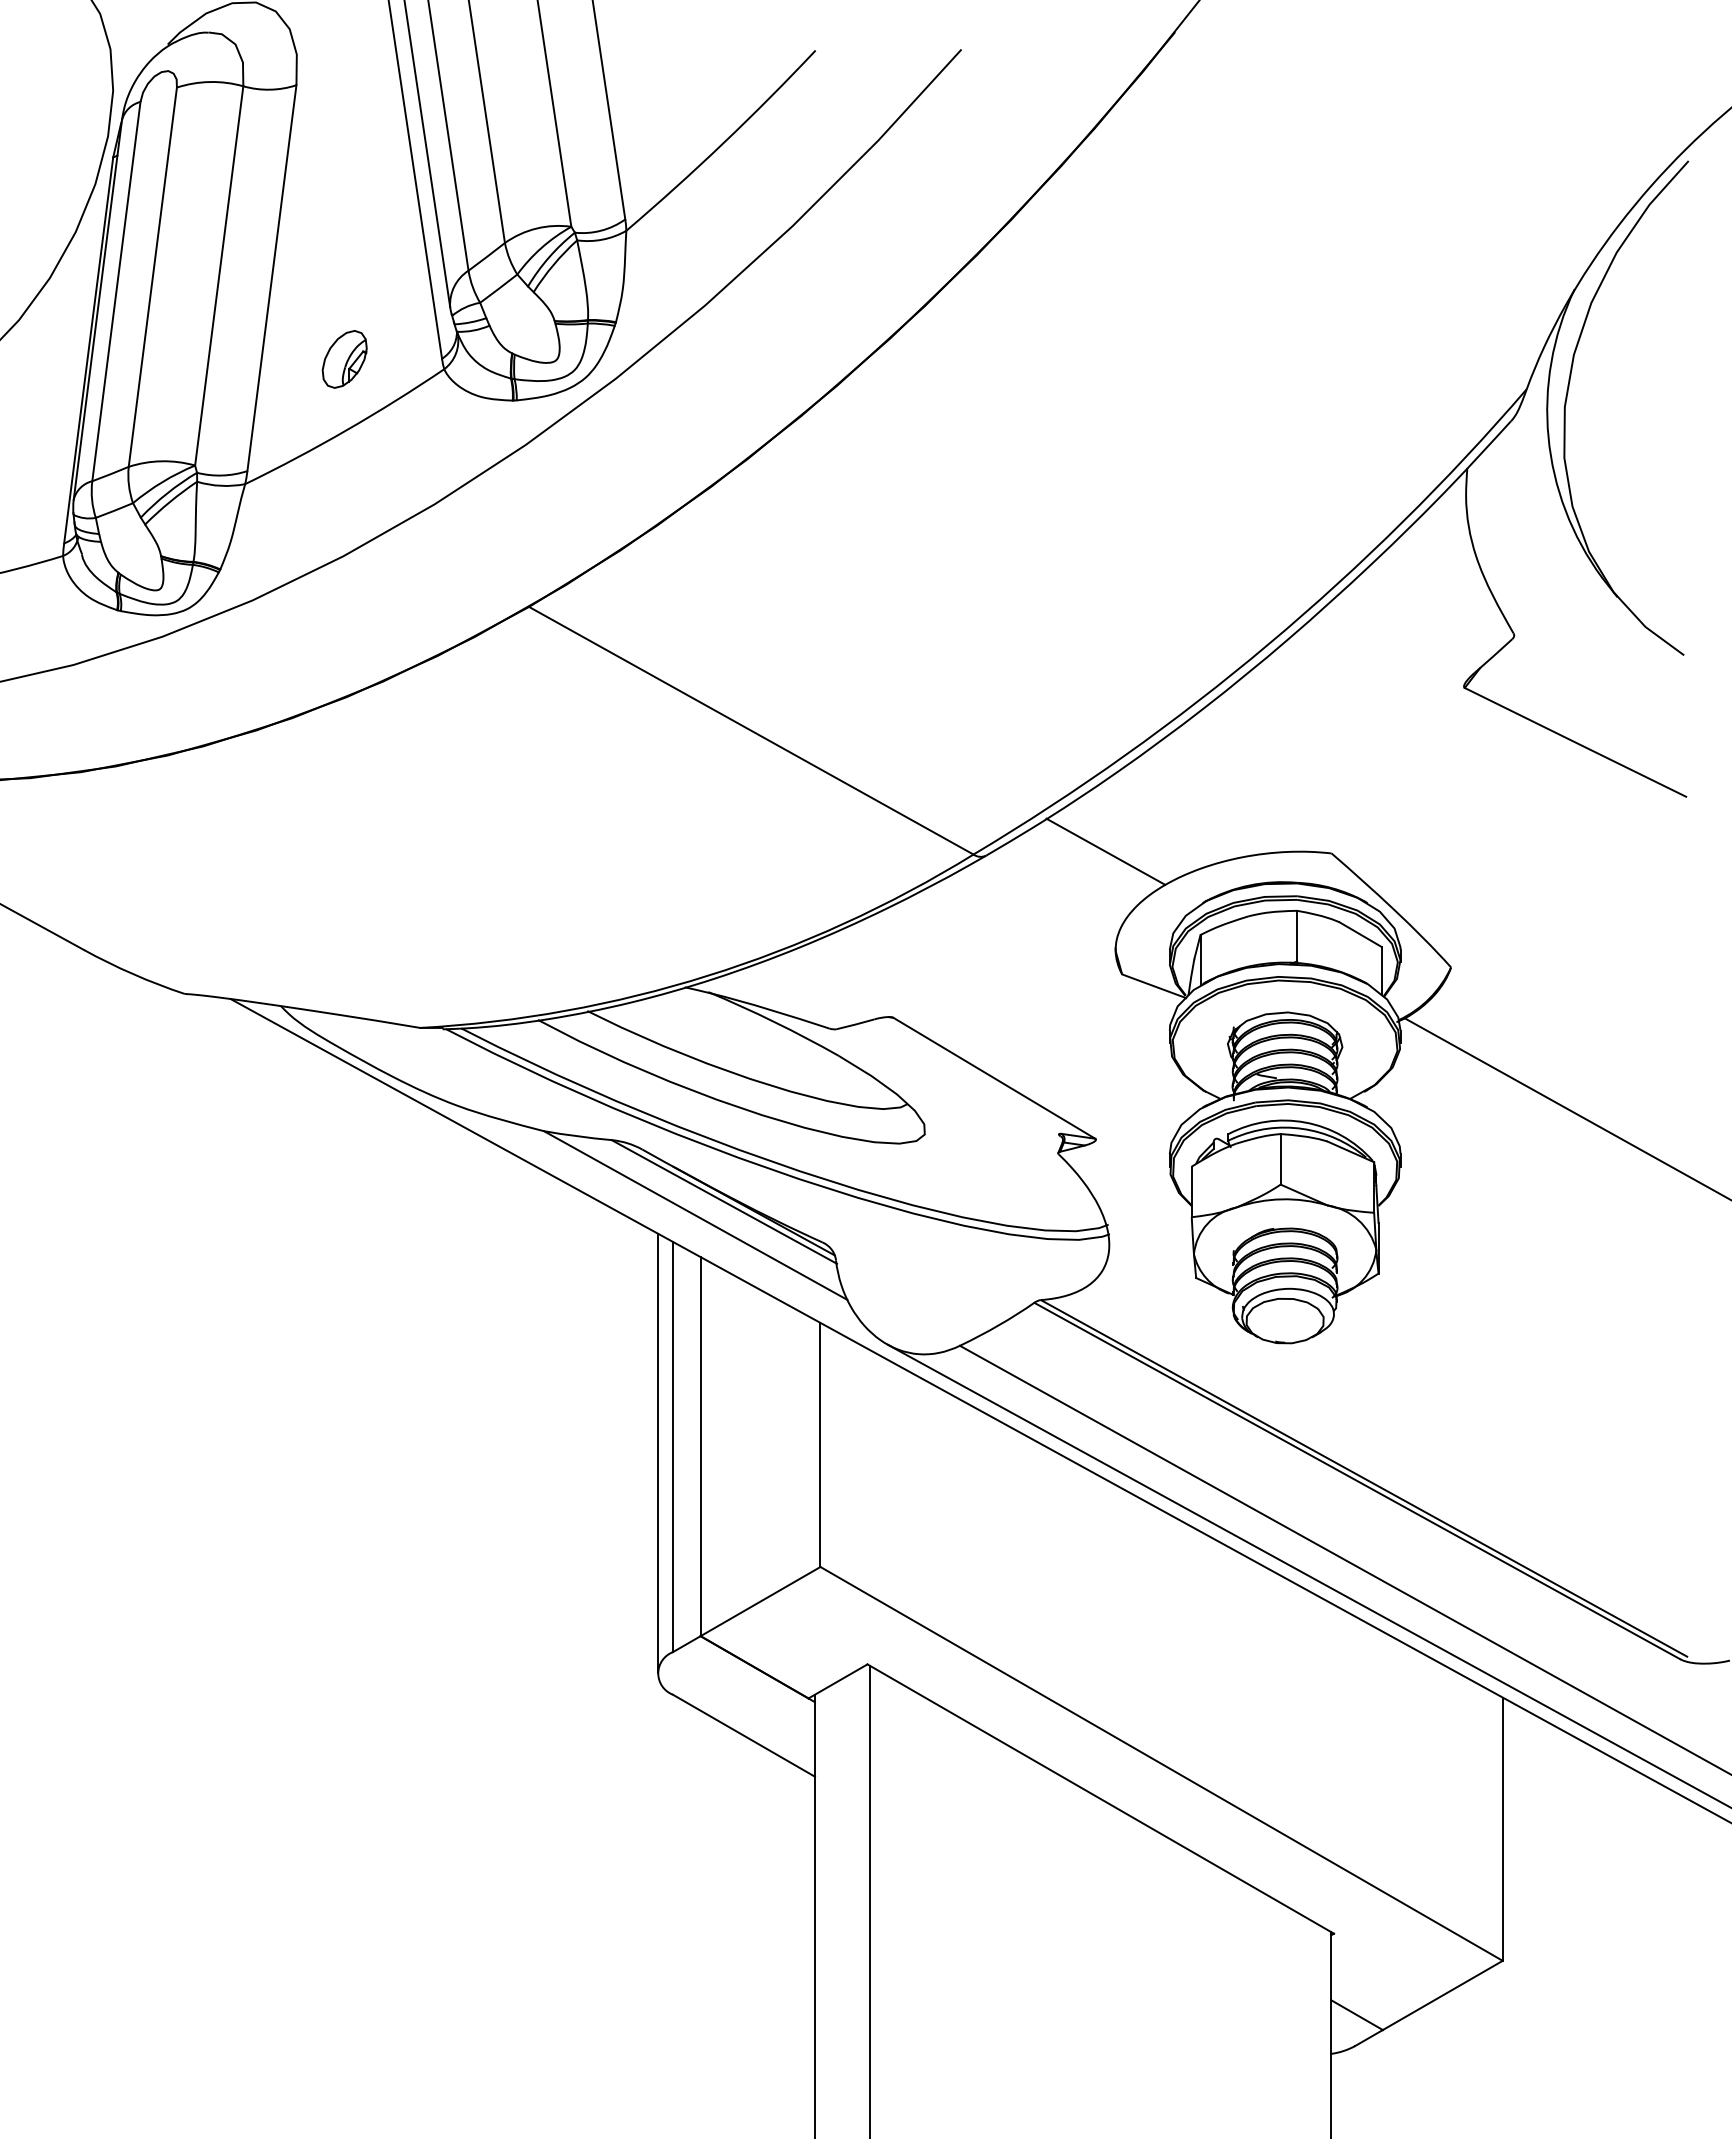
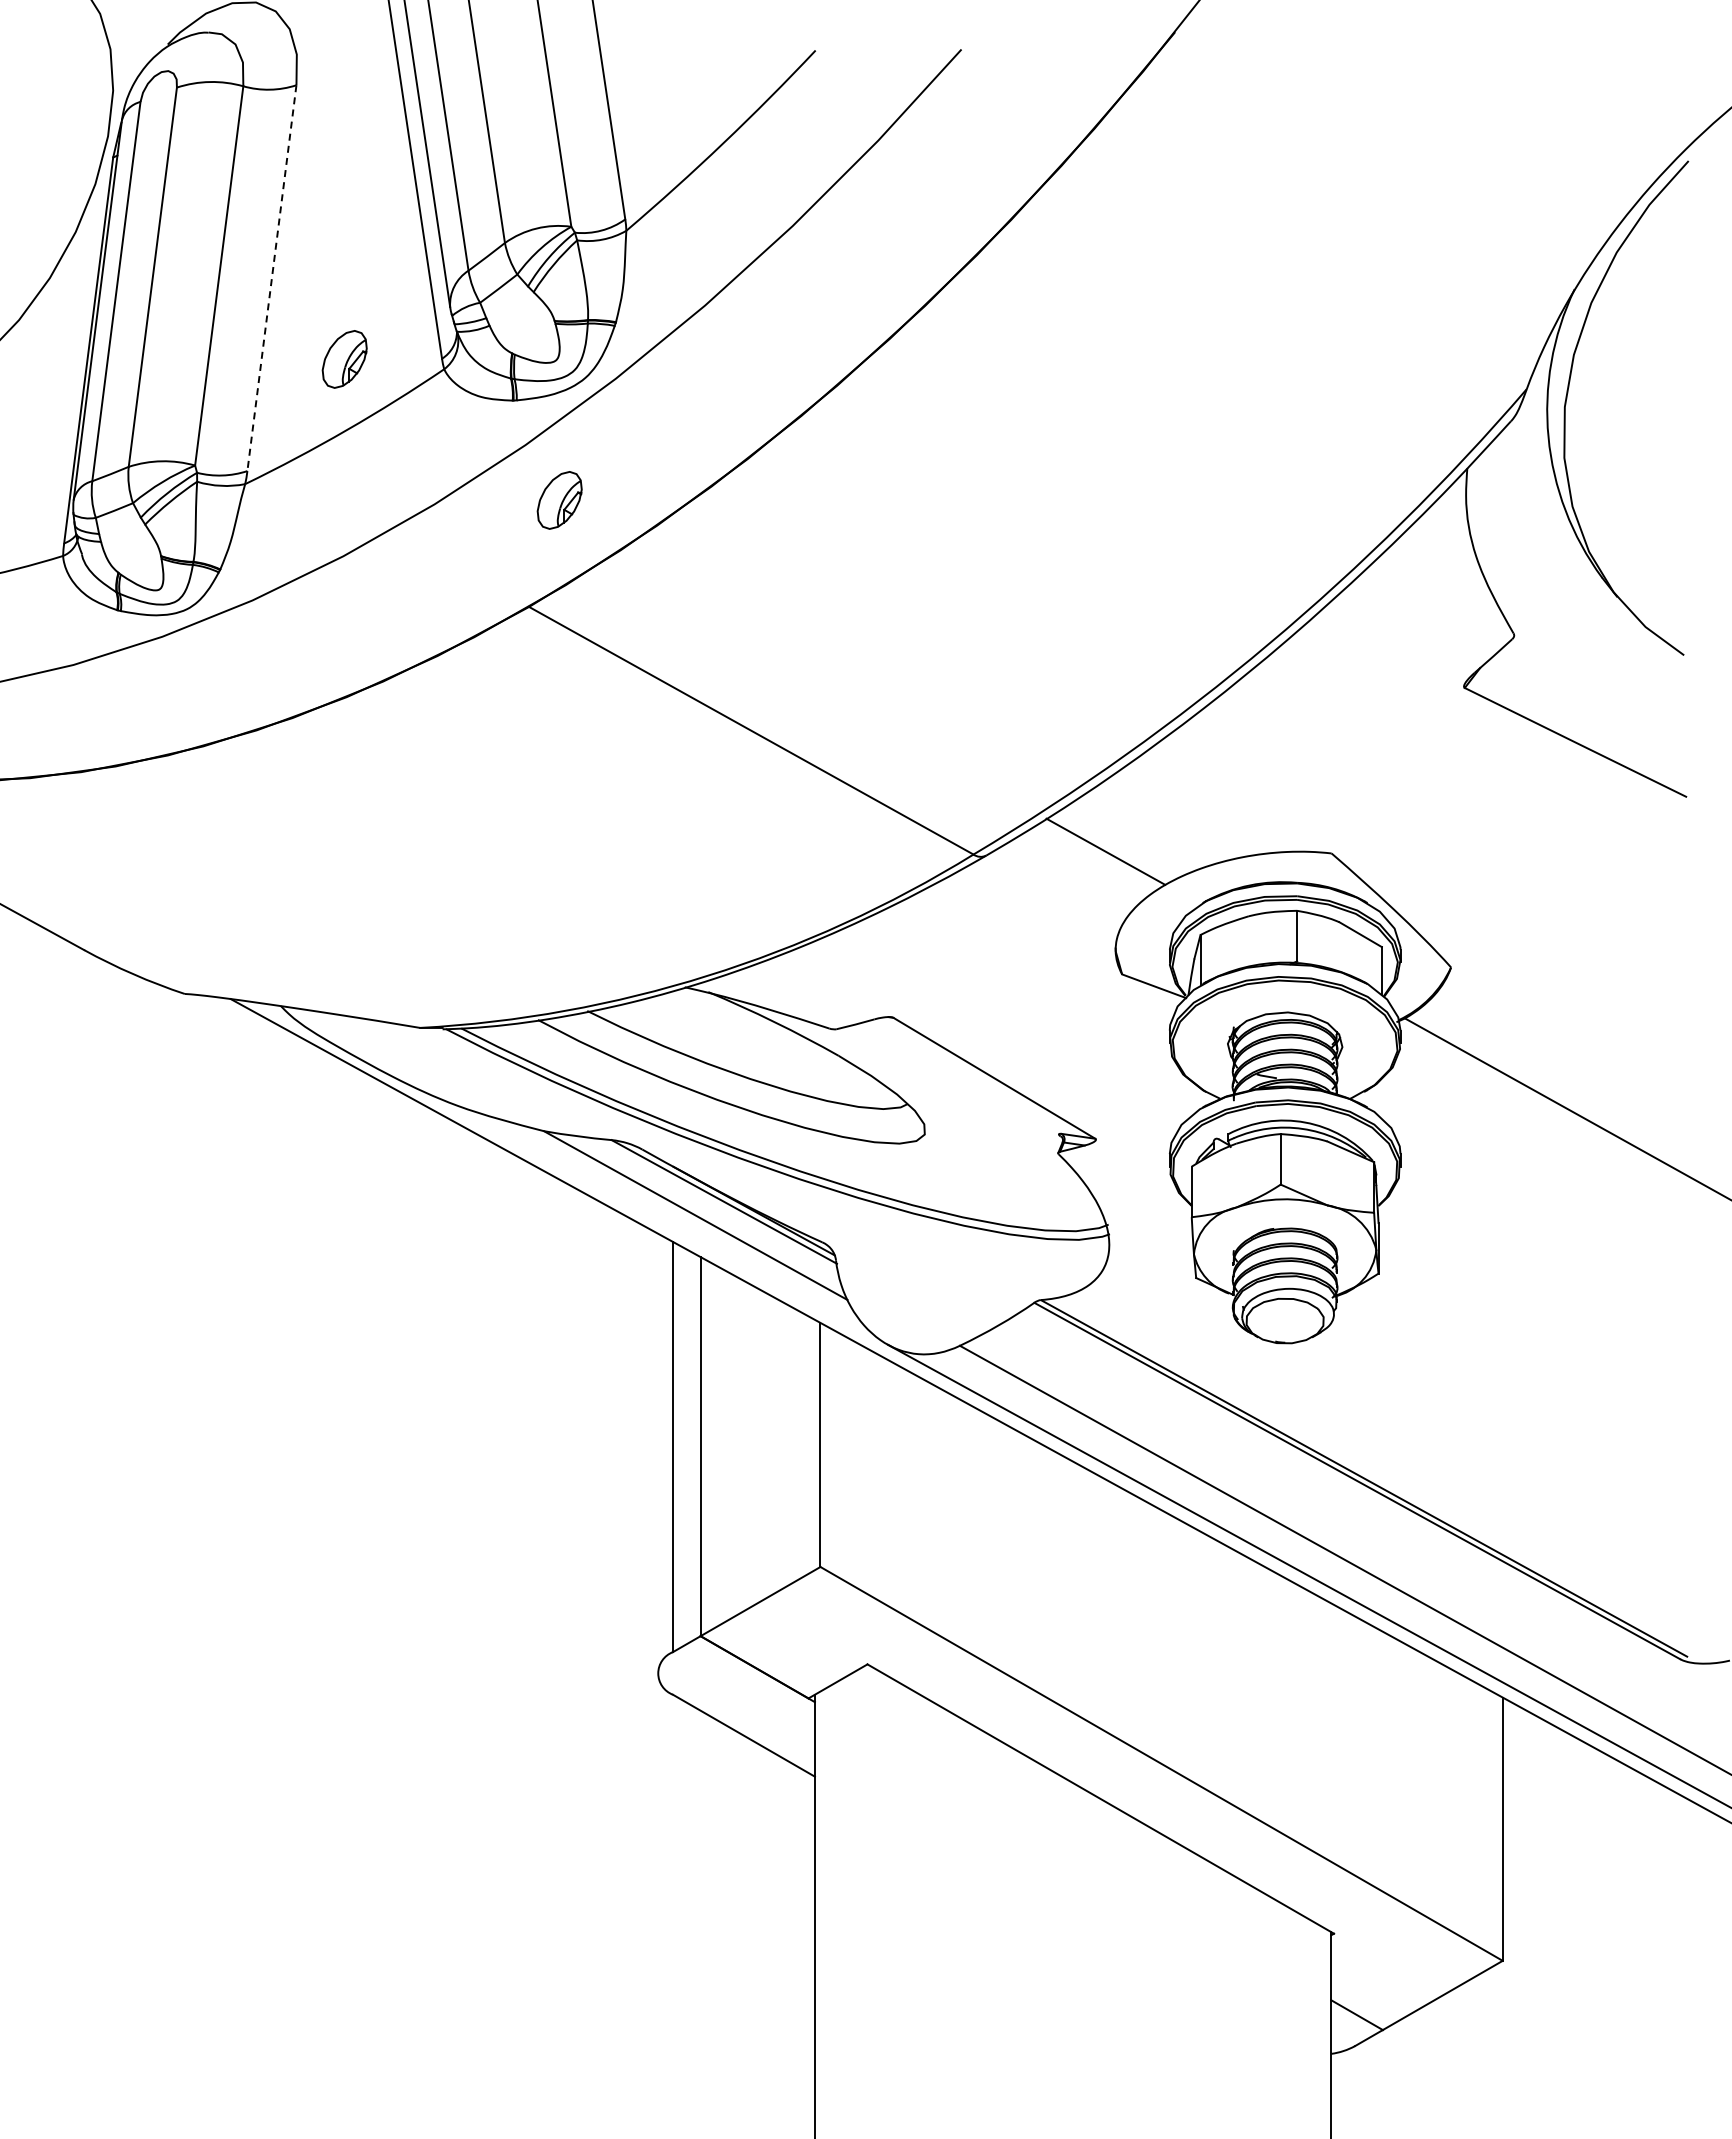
line at (271, 278): solid -> dashed
part at (559, 500): none -> present
line at (657, 1453): present -> none
line at (870, 1900): present -> none
